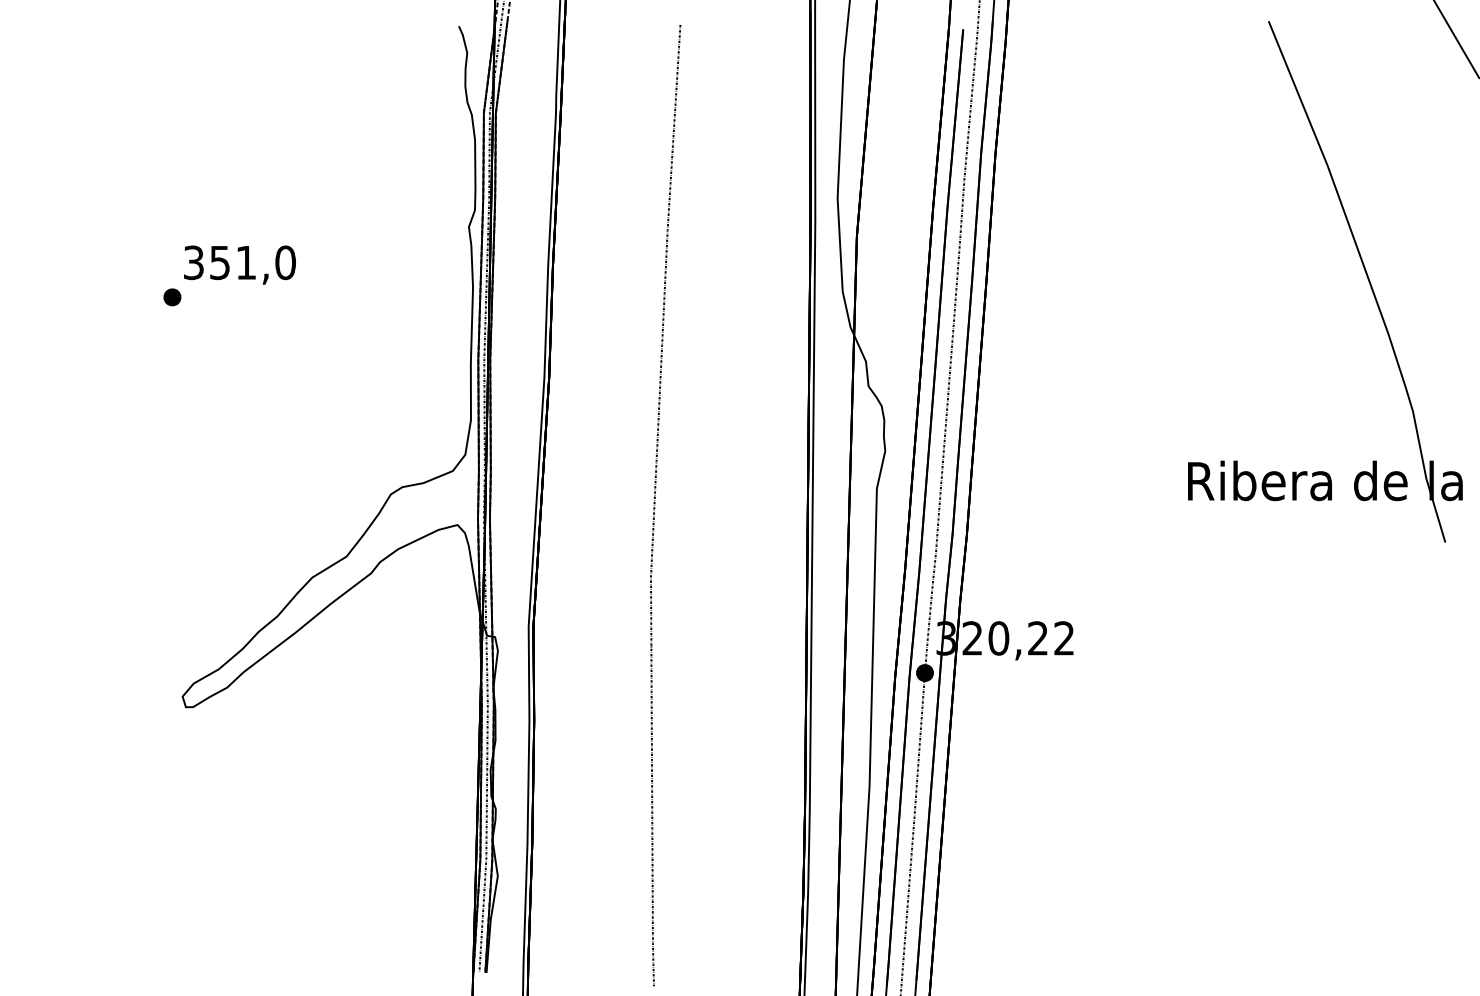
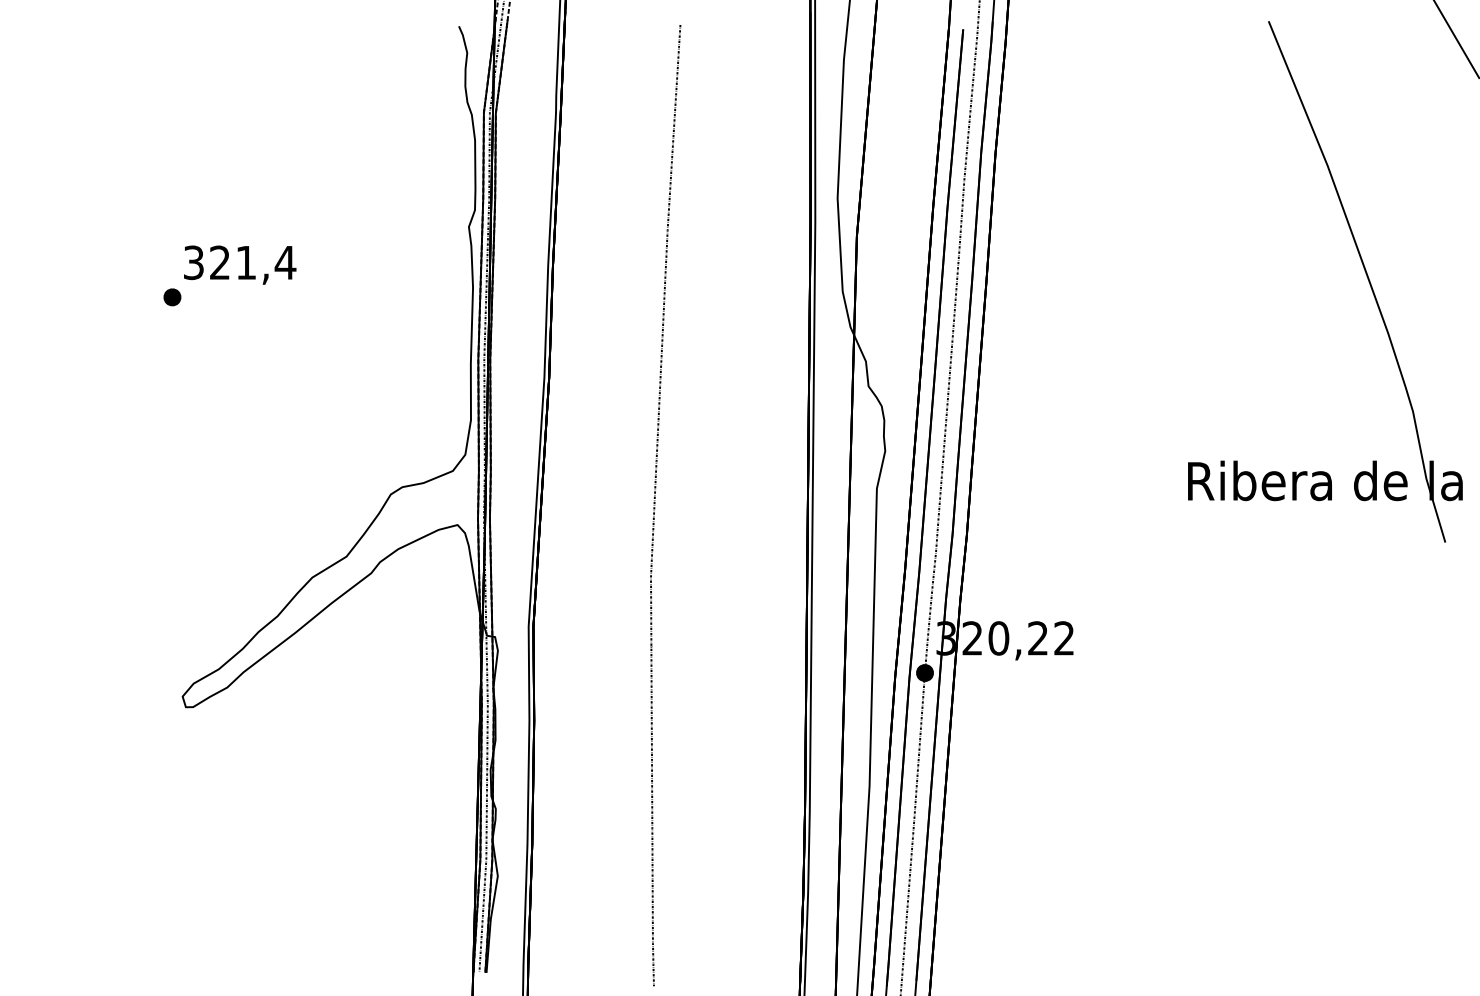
text at (253, 262): 351,0 -> 321,4
